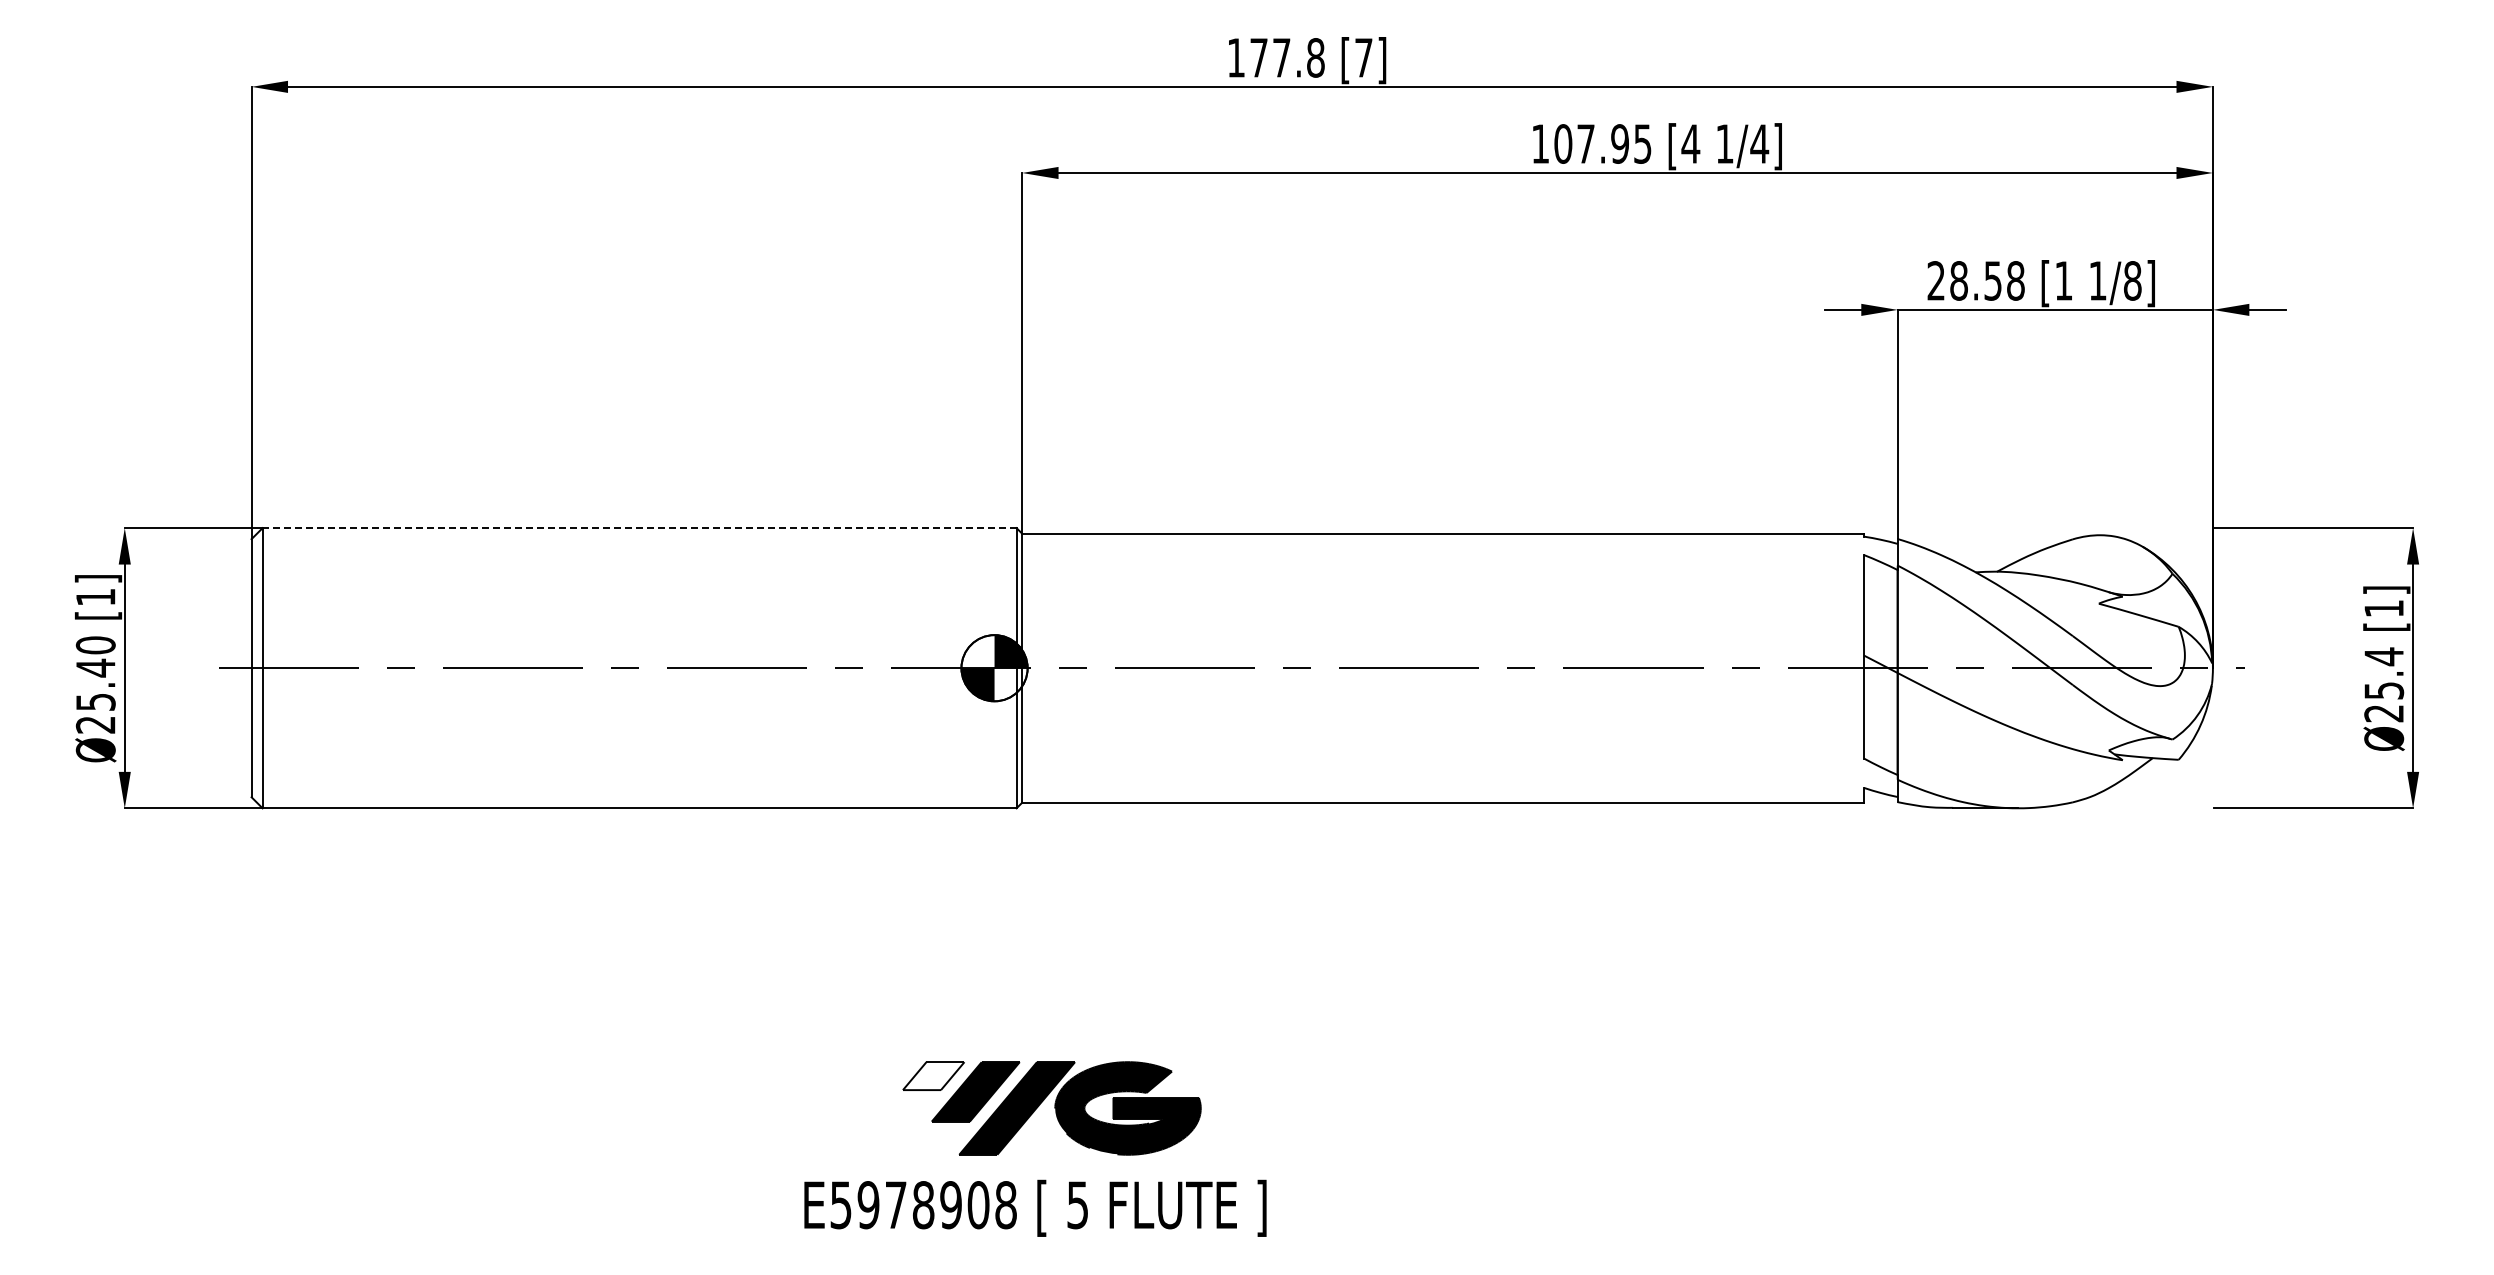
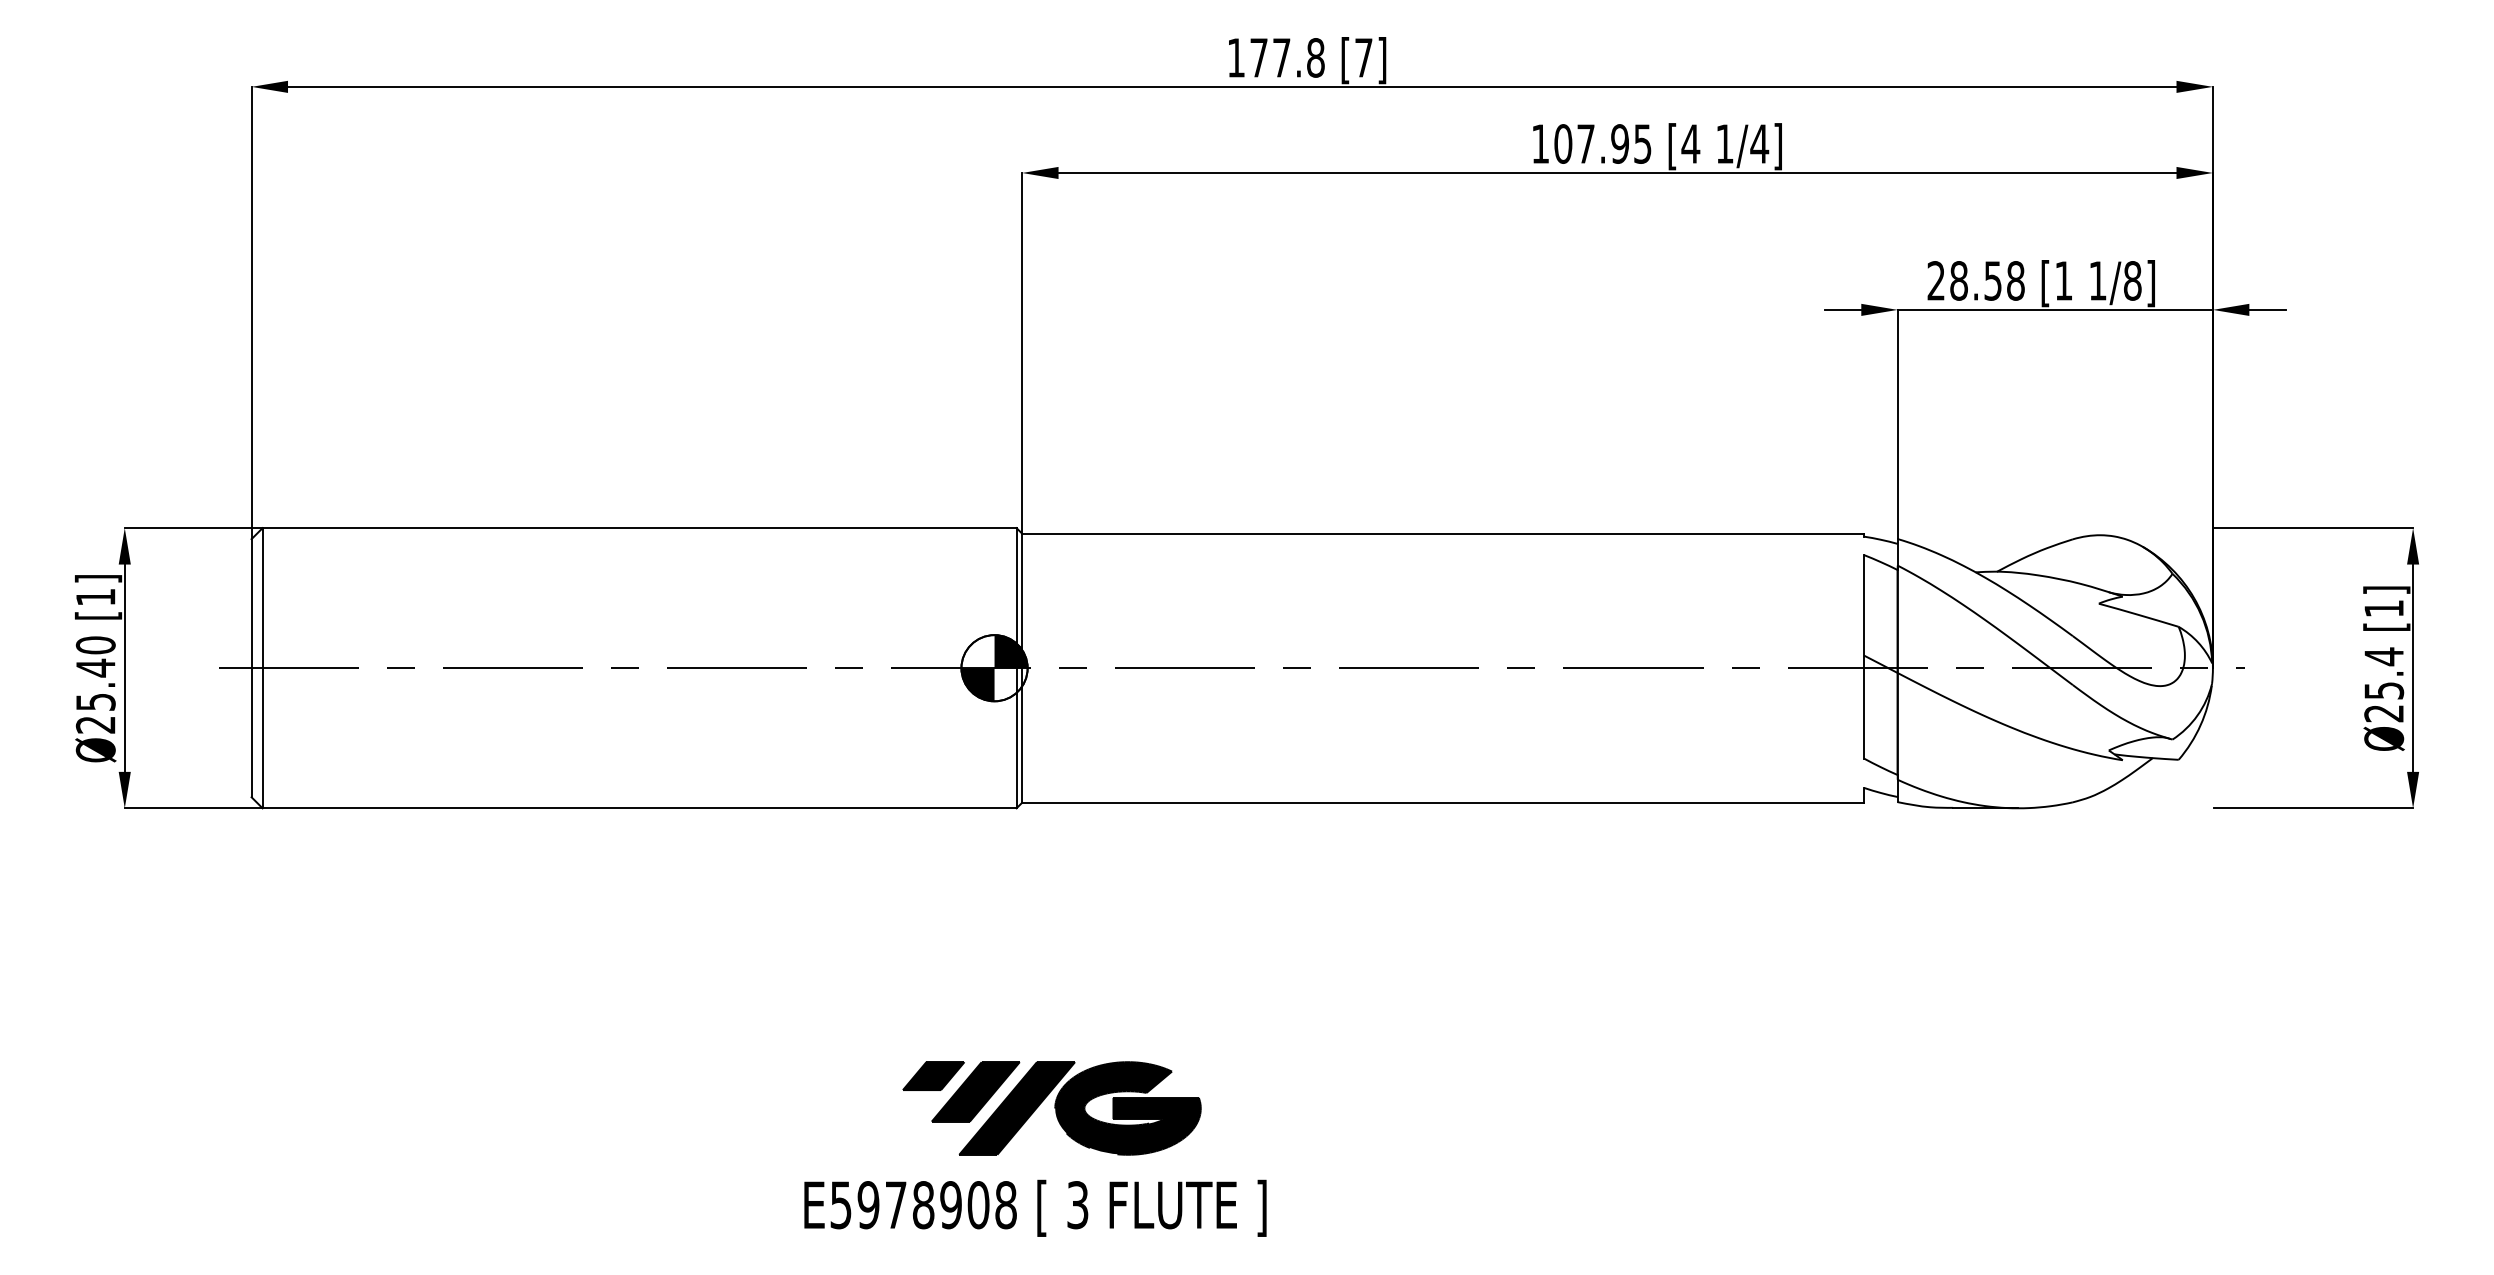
line at (639, 528): dashed -> solid
fill at (933, 1076): none -> present
text at (1077, 1204): 5 -> 3
